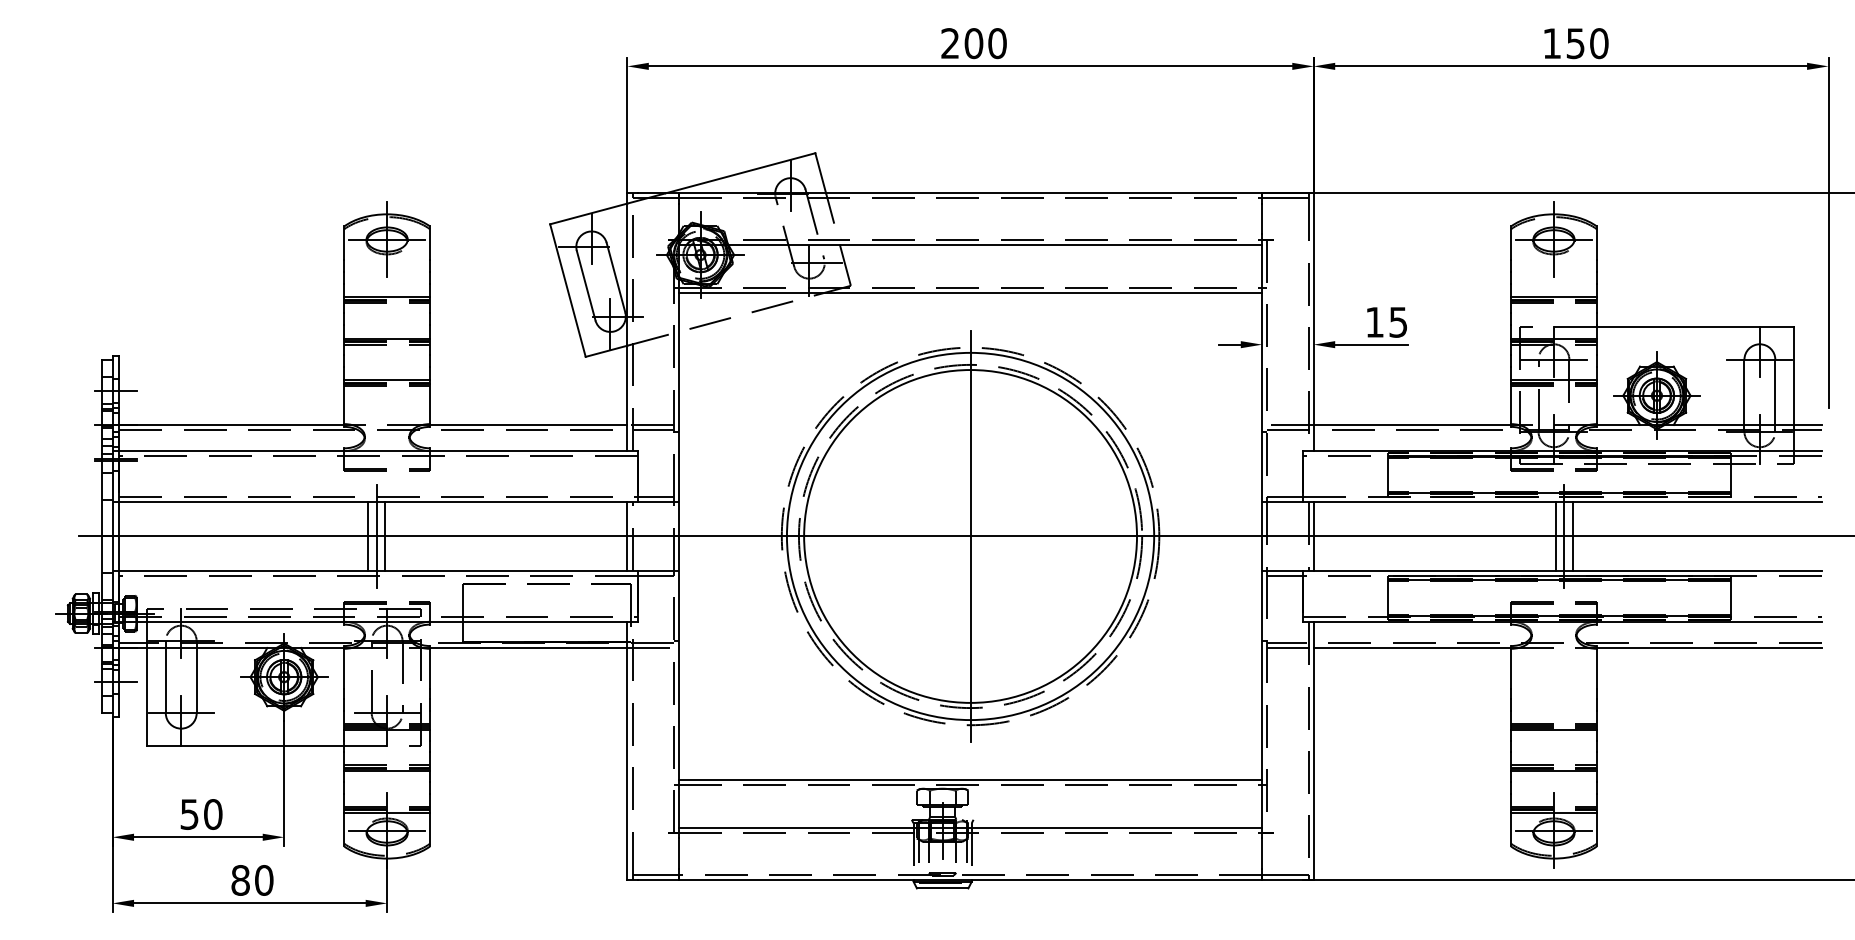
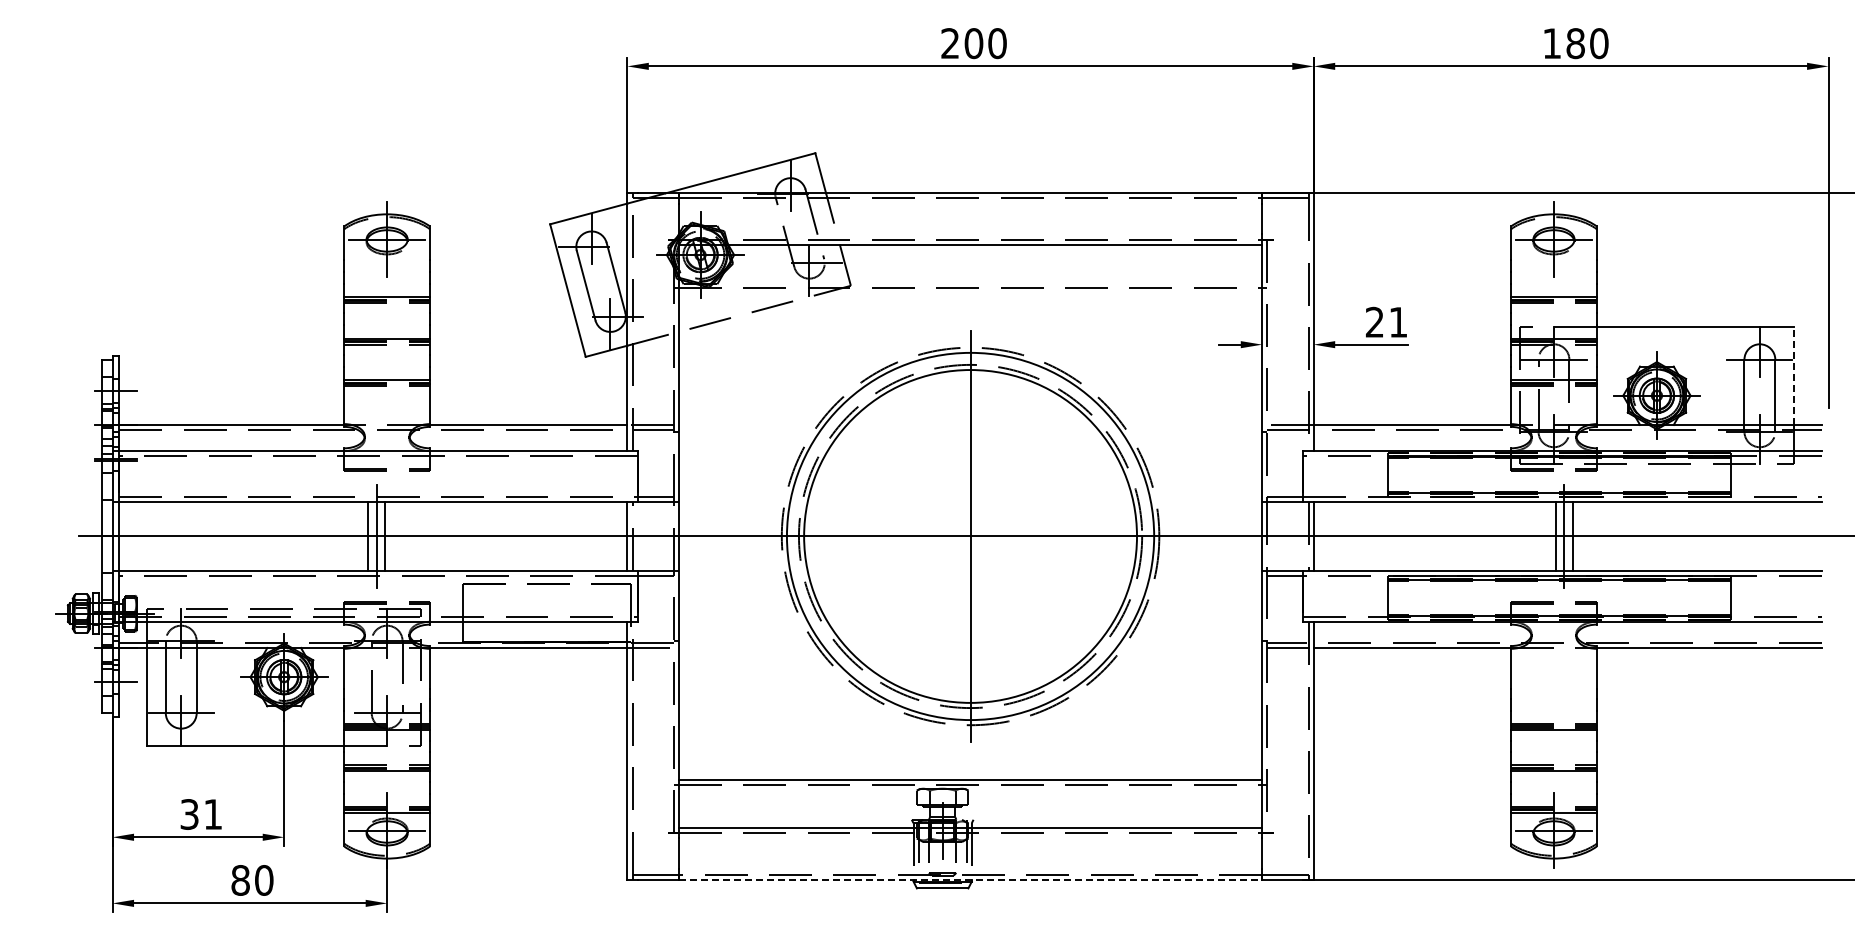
text at (1575, 43): 150 -> 180
line at (970, 292): present -> none
text at (1386, 321): 15 -> 21
line at (1794, 376): solid -> dashed
text at (201, 814): 50 -> 31
line at (970, 879): solid -> dashed
